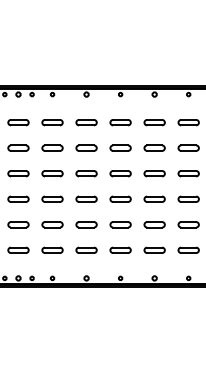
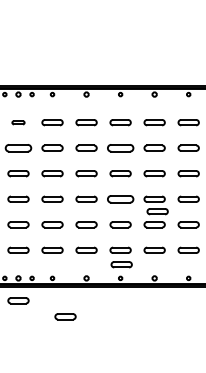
part at (18, 122) size: 23x8 px -> 15x6 px
part at (18, 147) size: 23x8 px -> 29x9 px
part at (120, 147) size: 23x8 px -> 28x9 px
part at (120, 198) size: 23x8 px -> 28x9 px
part at (157, 211): none -> present
part at (121, 264): none -> present
part at (18, 300): none -> present
part at (65, 316): none -> present
